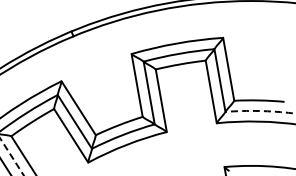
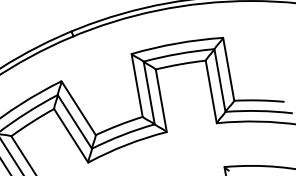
arc at (259, 111): dashed -> solid
line at (12, 157): dashed -> solid
